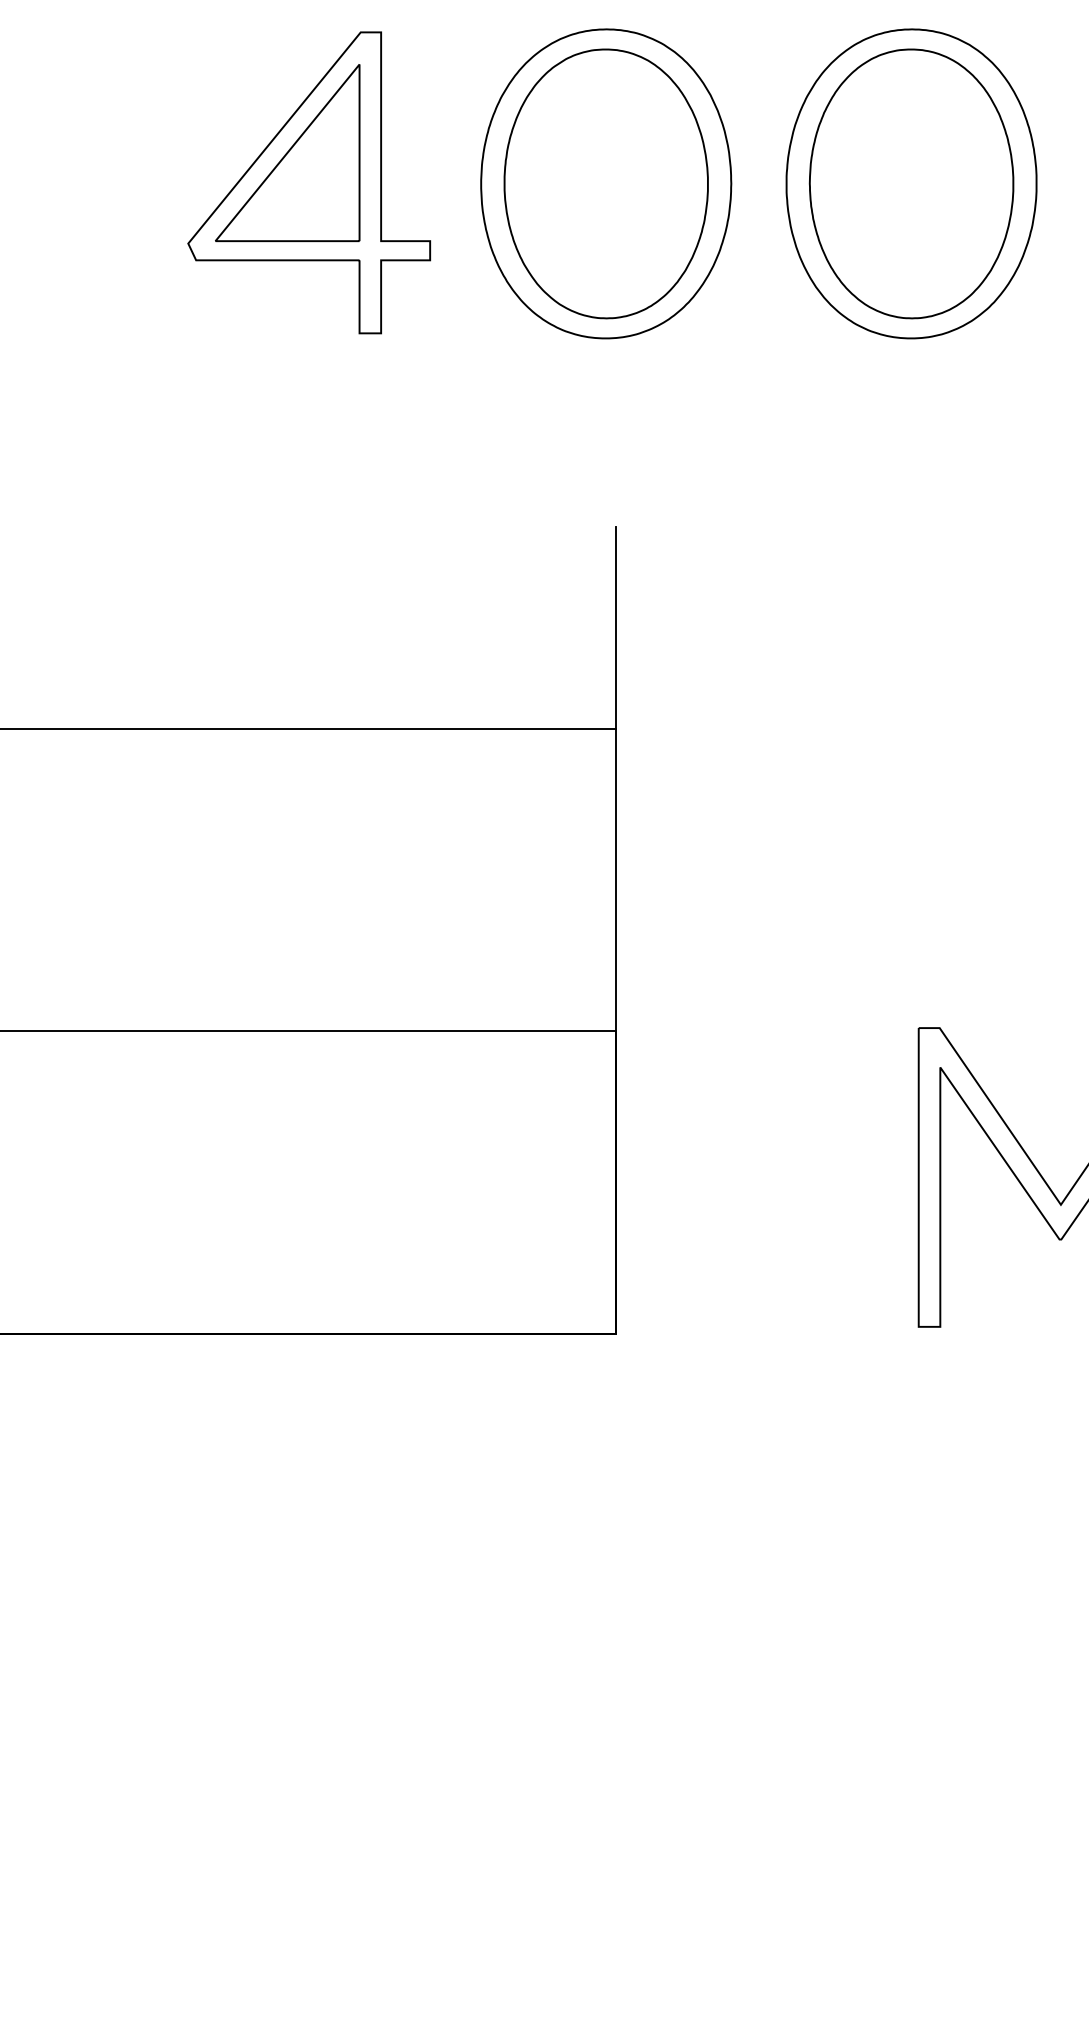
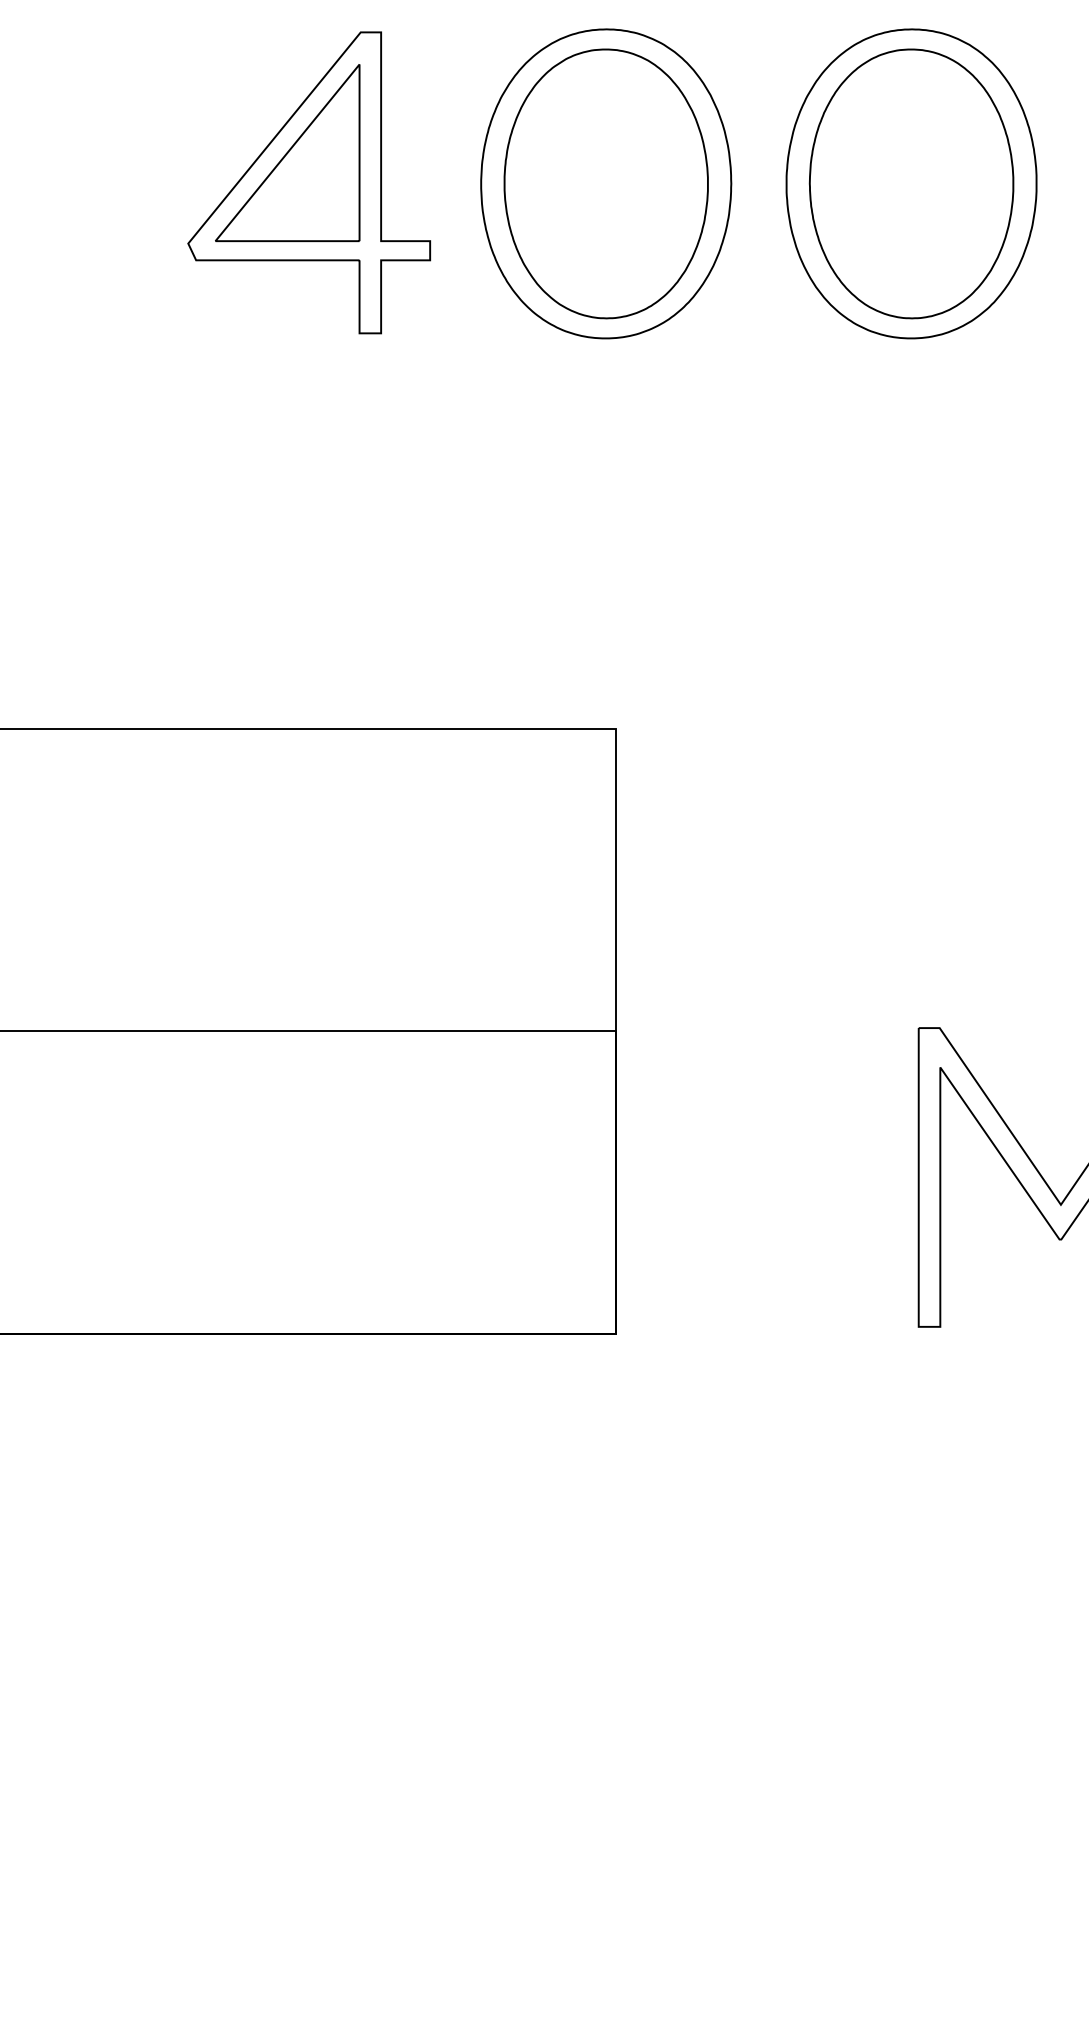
line at (615, 627): present -> none
